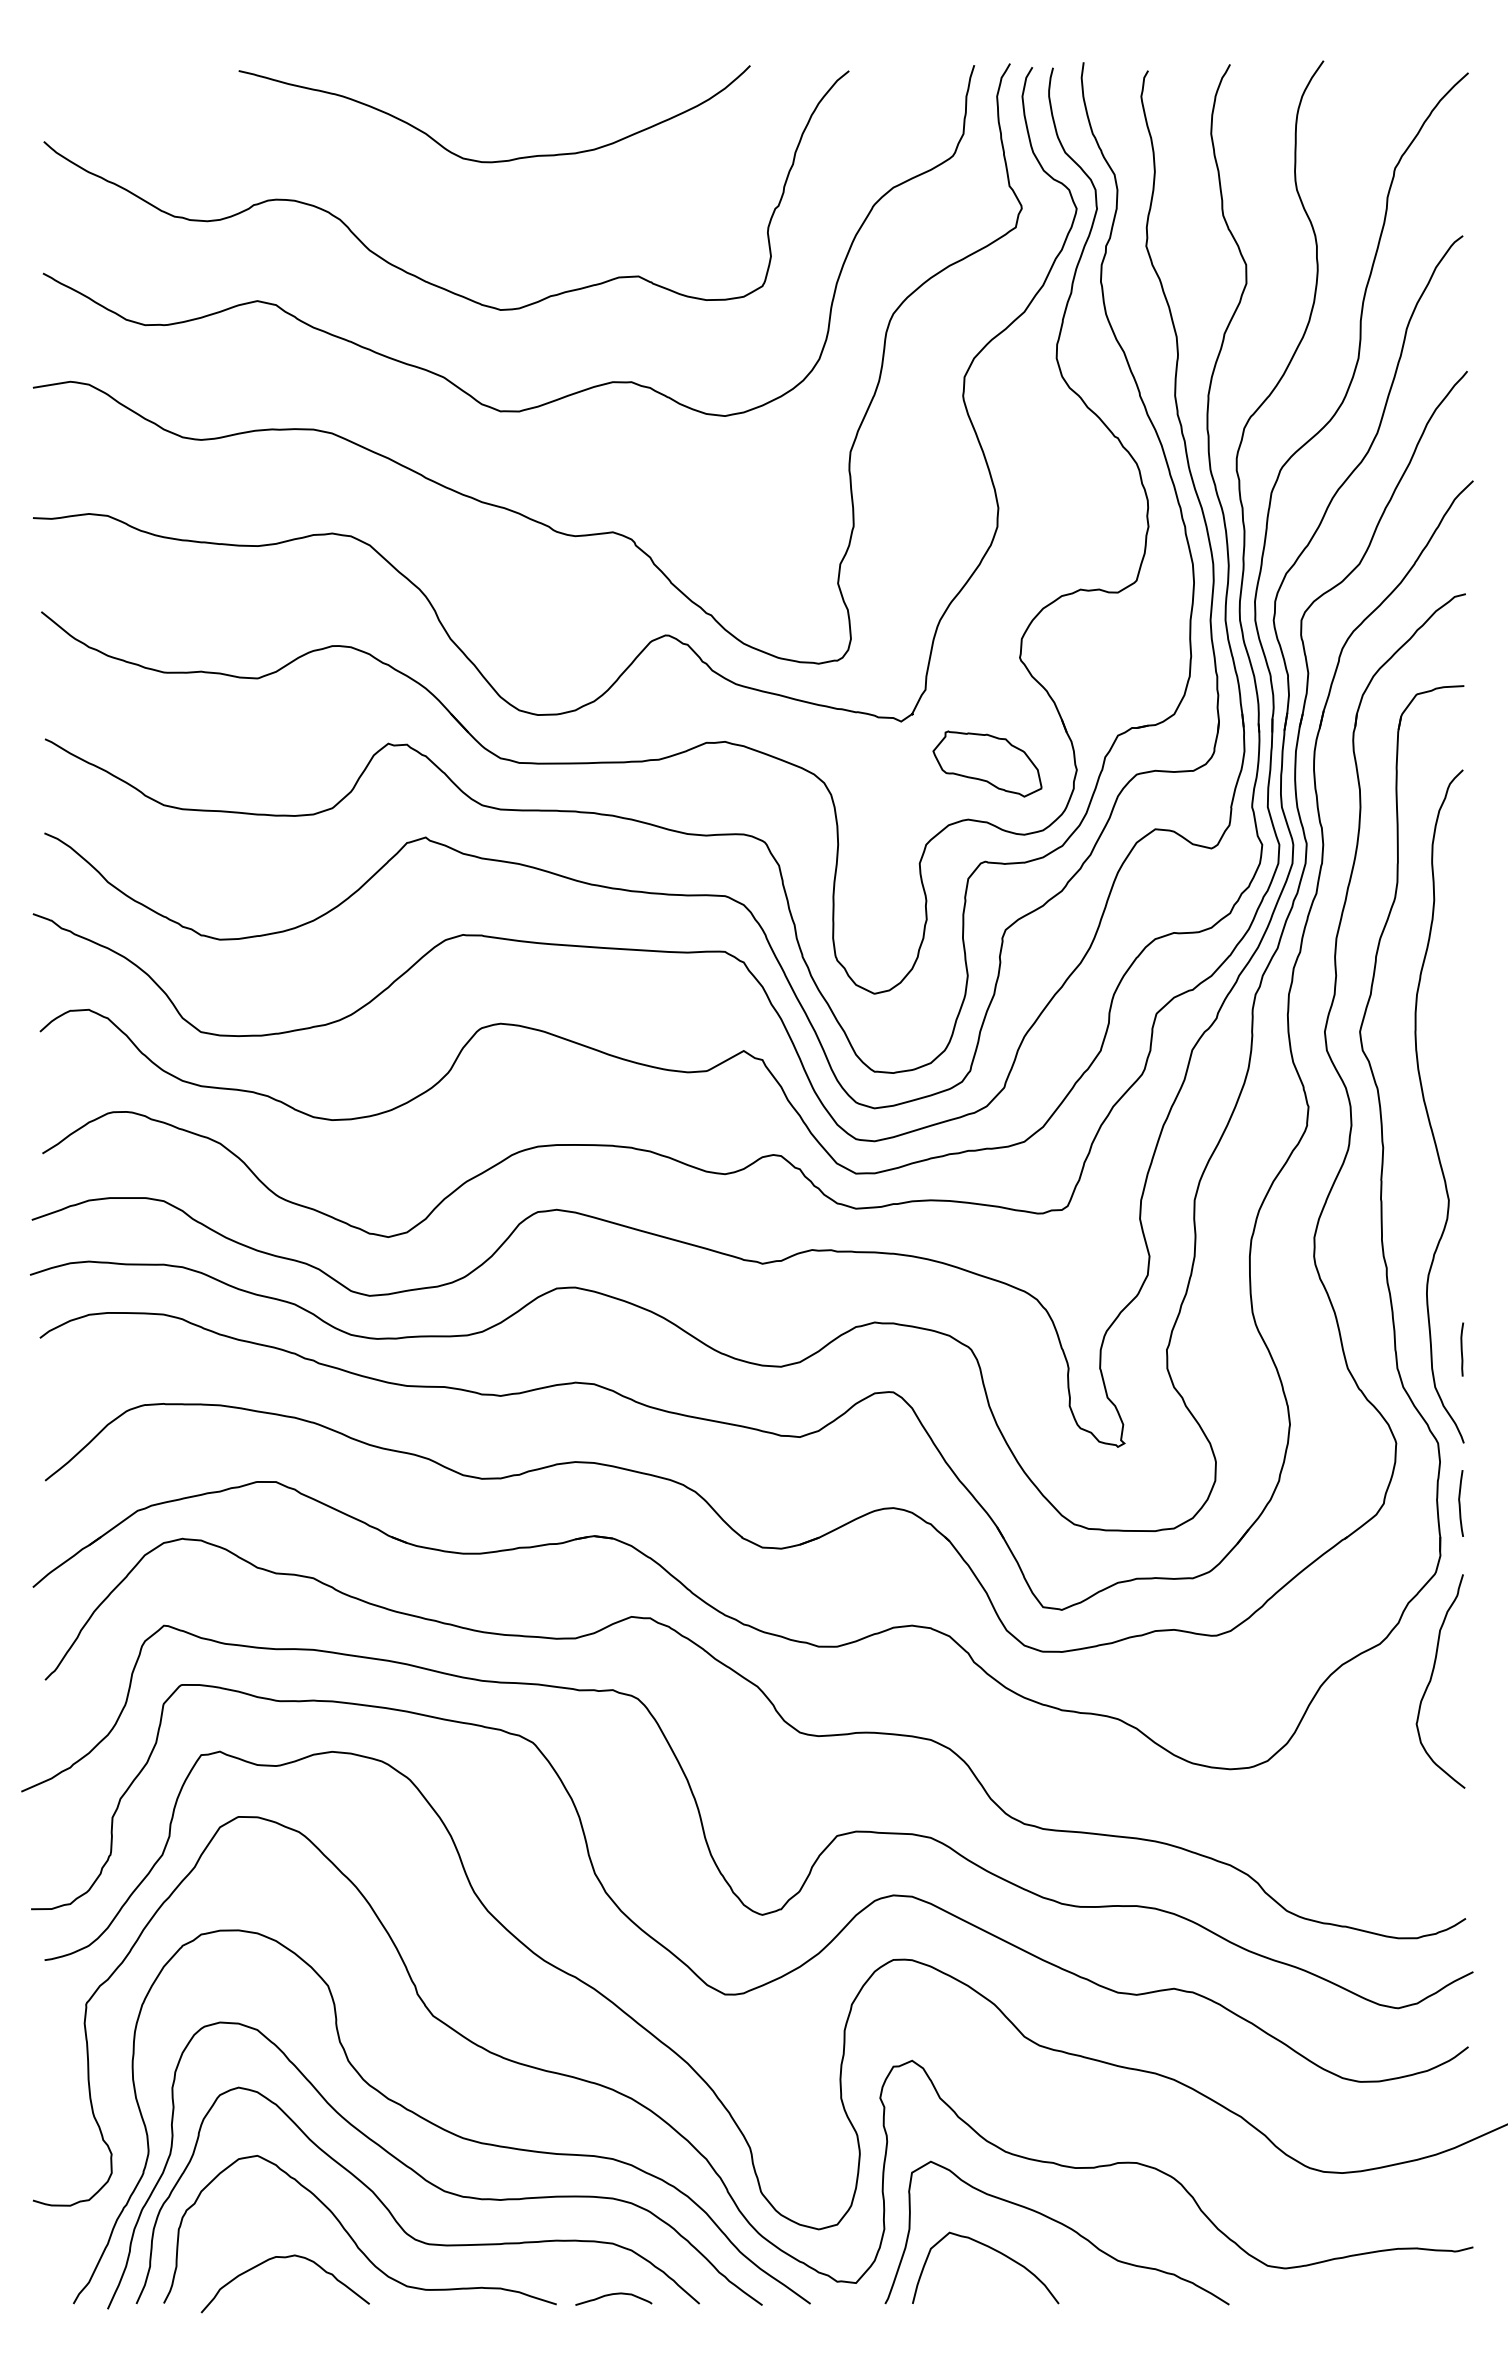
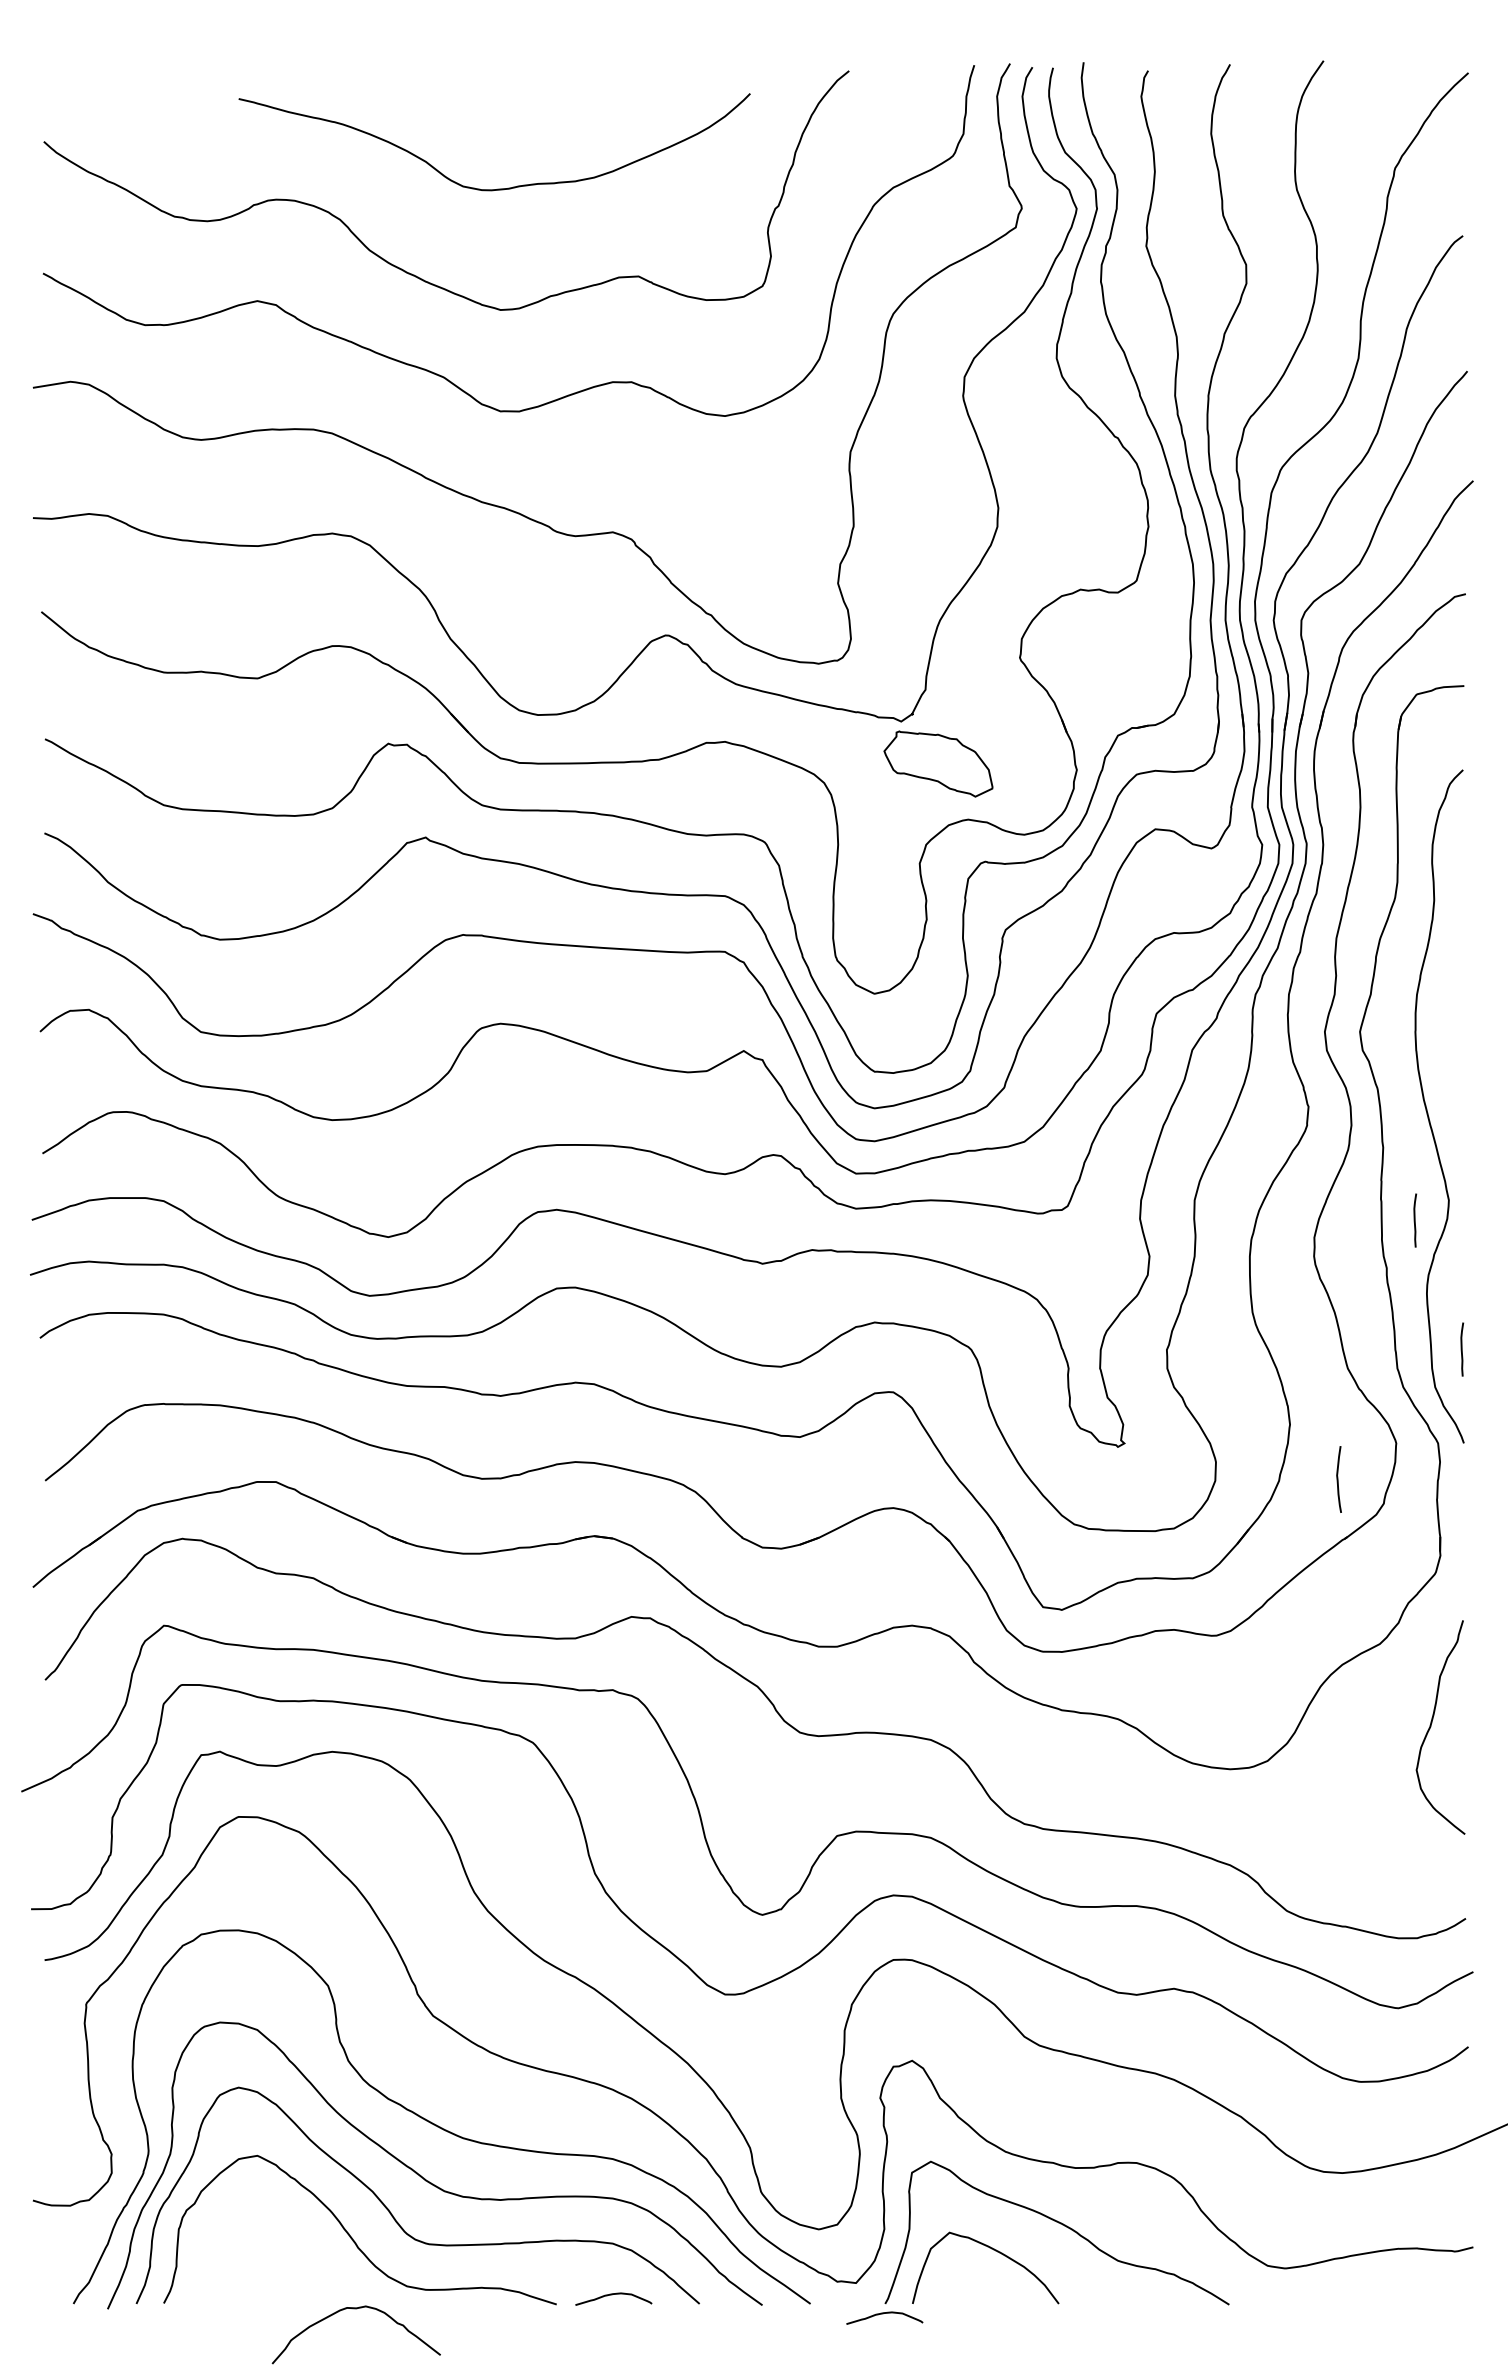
curve at (497, 160) position: (497, 160) -> (497, 188)
part at (987, 763) position: (987, 763) -> (938, 763)
curve at (1415, 1220): none -> present
curve at (1460, 1503) position: (1460, 1503) -> (1338, 1479)
curve at (1432, 1677) position: (1432, 1677) -> (1432, 1723)
curve at (284, 2258) position: (284, 2258) -> (355, 2309)
curve at (883, 2314): none -> present
